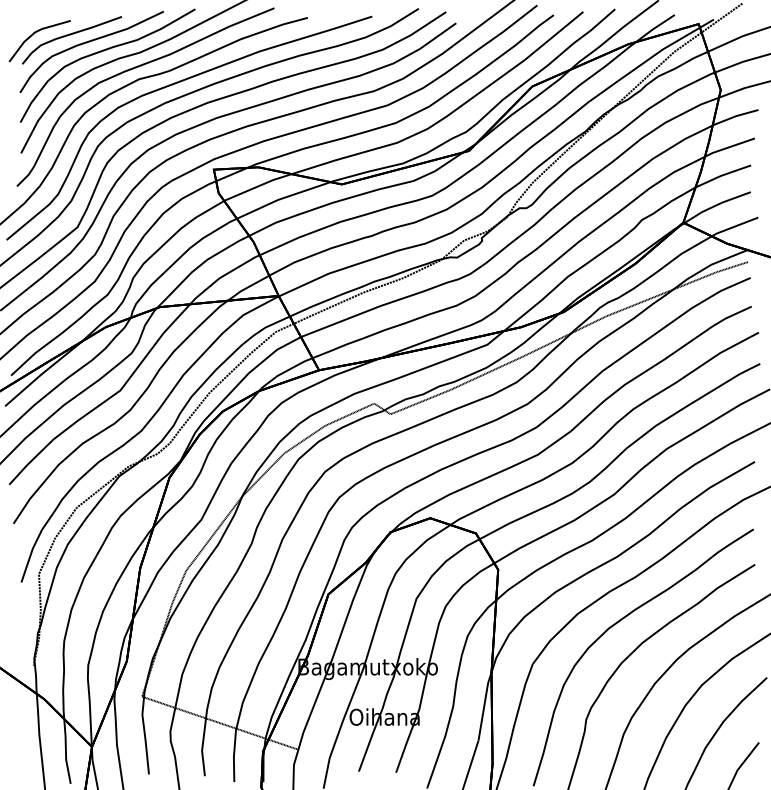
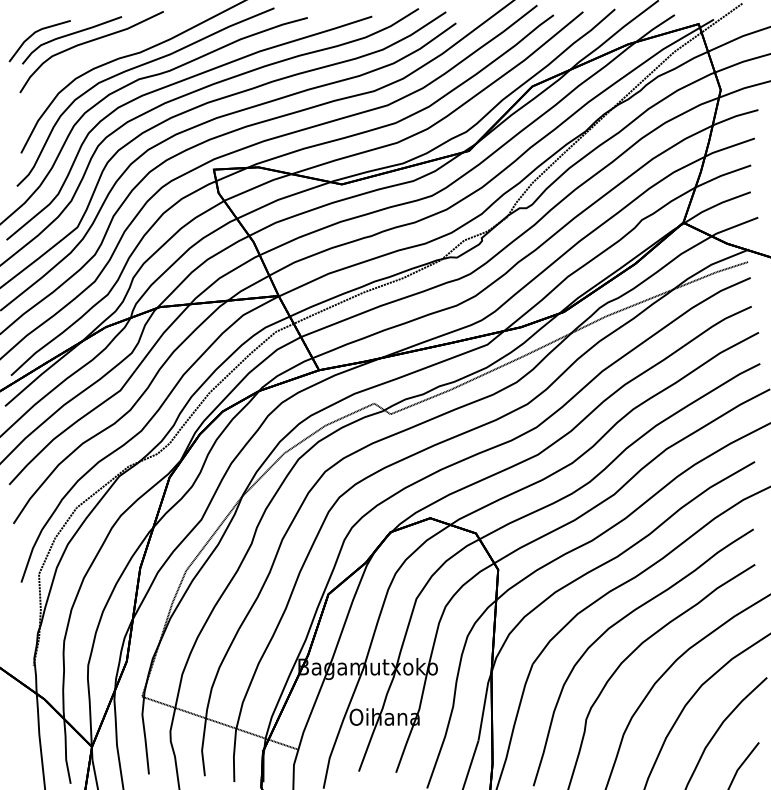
curve at (104, 51): present -> none
